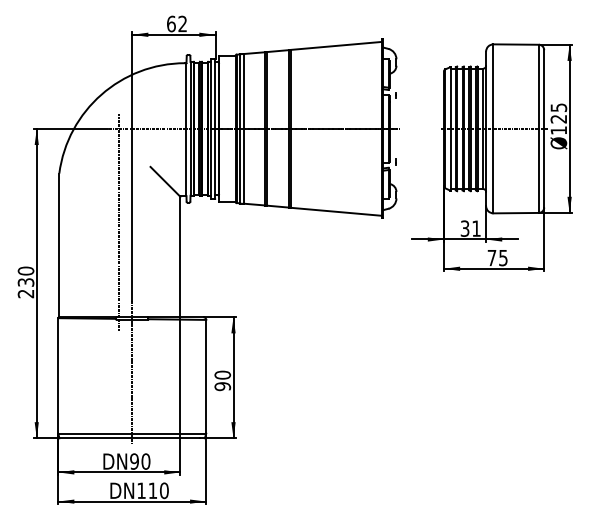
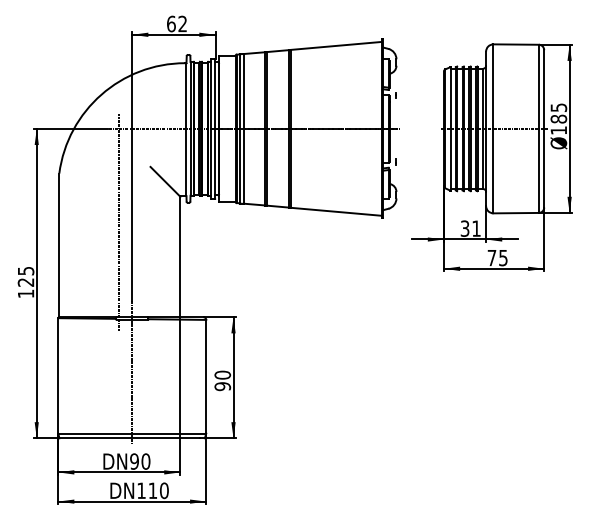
text at (558, 118): 125 -> 185
text at (25, 282): 230 -> 125
